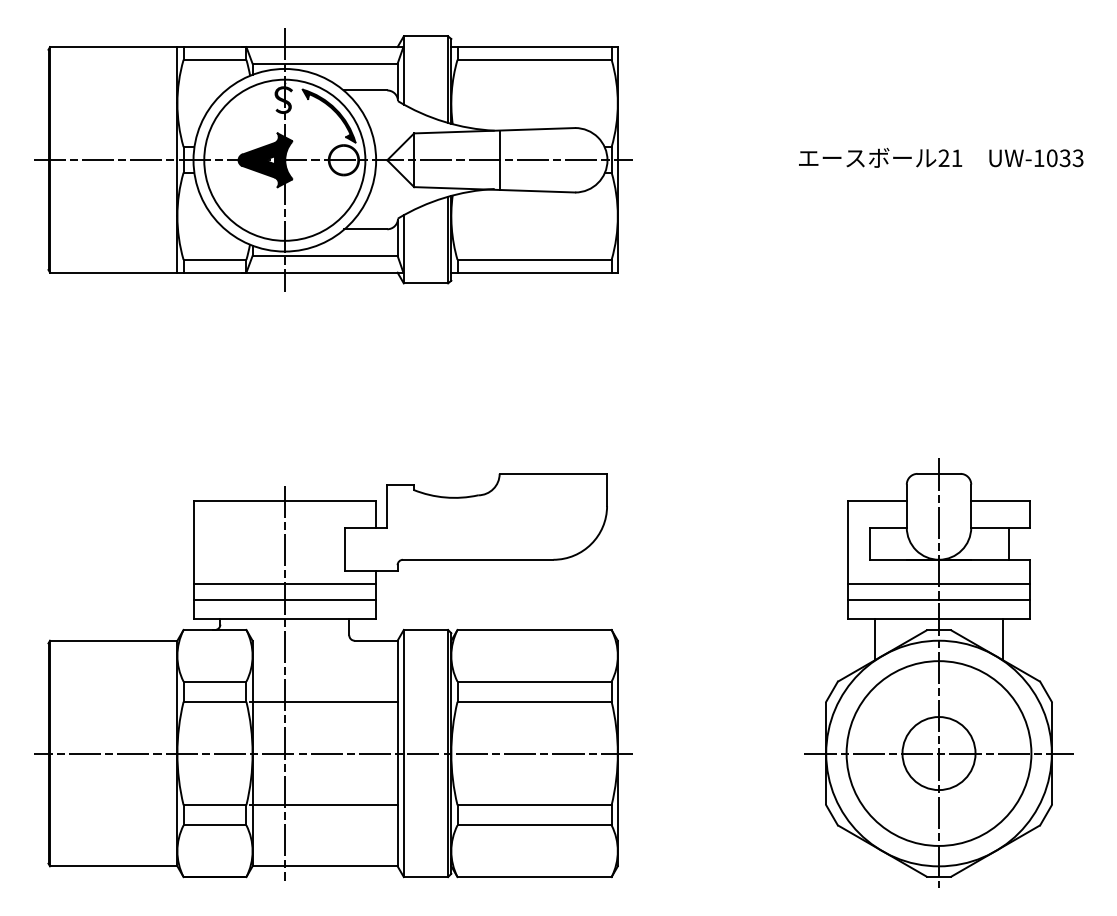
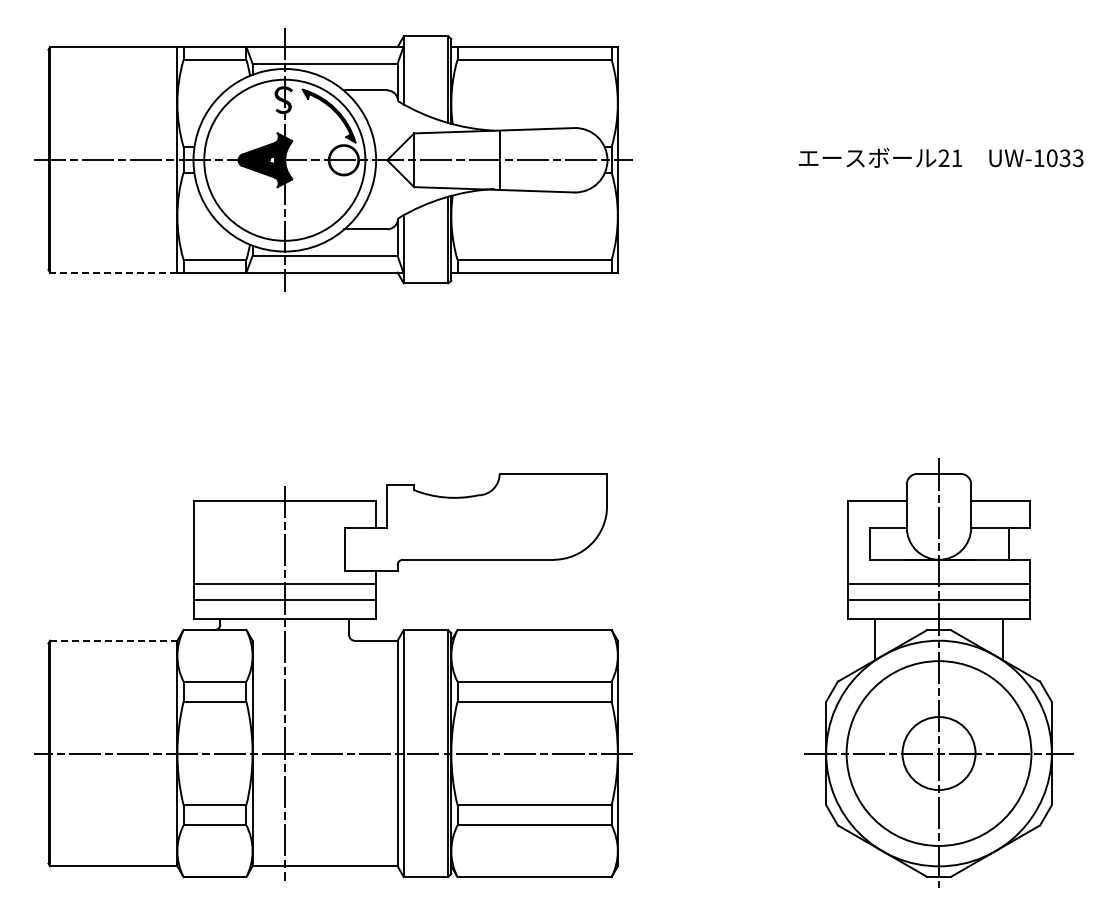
line at (113, 272): solid -> dashed
line at (113, 640): solid -> dashed
line at (323, 701): present -> none
line at (323, 805): present -> none
